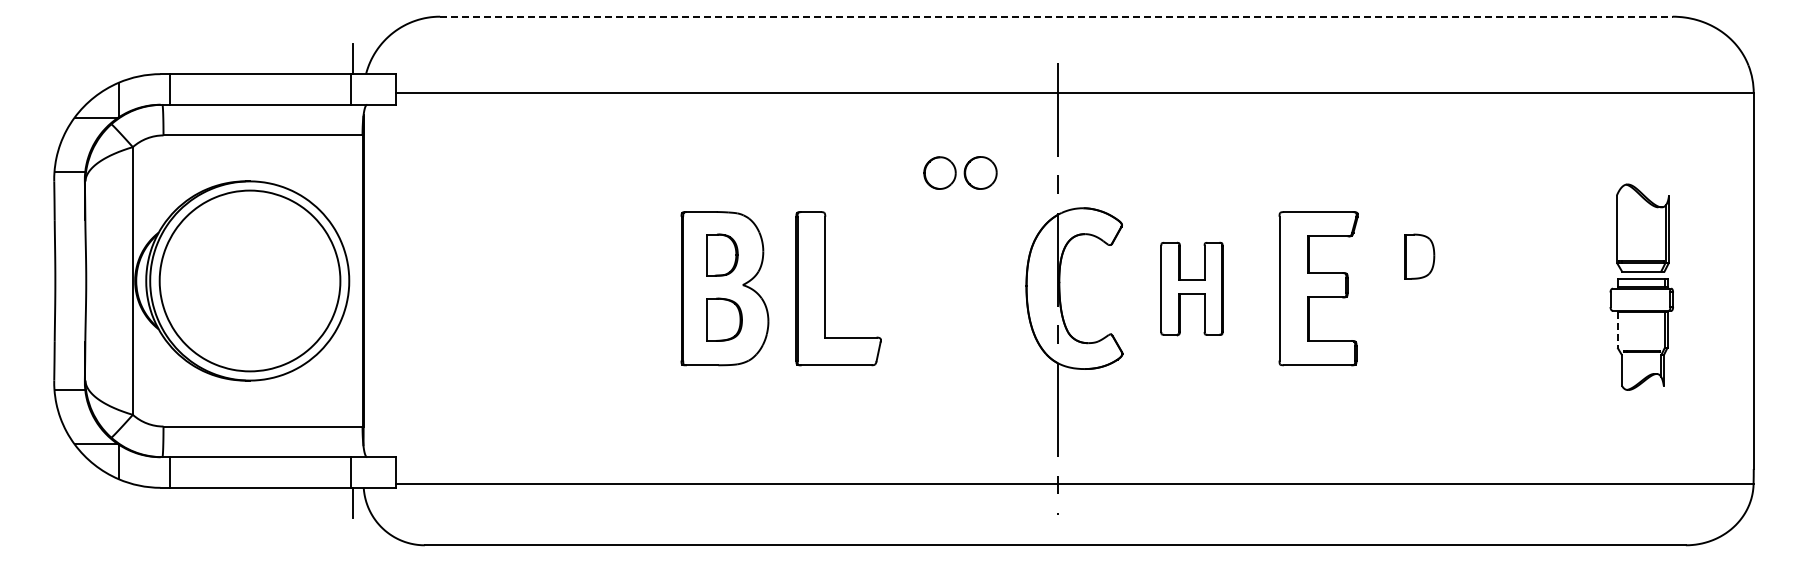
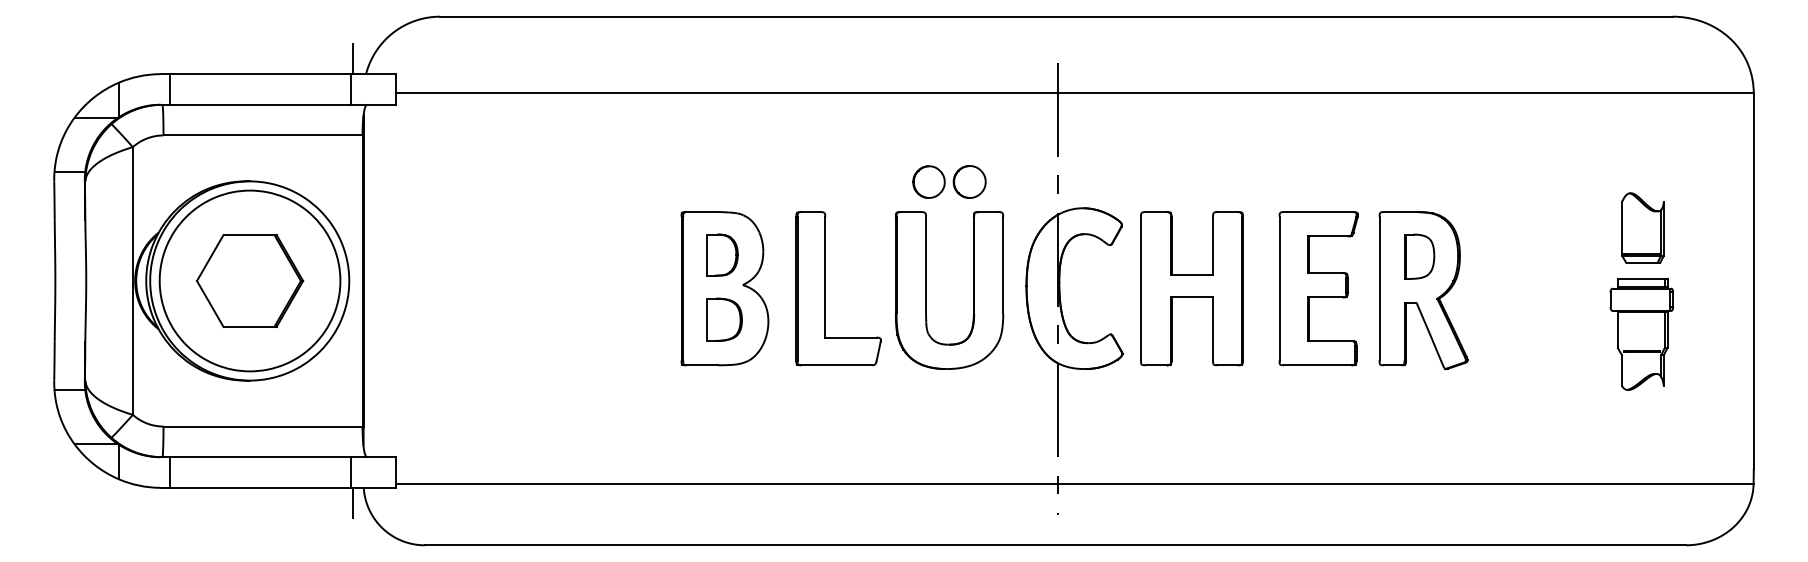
line at (1056, 16): dashed -> solid
part at (960, 172) position: (960, 172) -> (949, 181)
part at (1642, 227) size: 54x90 px -> 44x72 px
part at (250, 280): none -> present
part at (1191, 288) size: 64x96 px -> 104x156 px
part at (926, 290): none -> present
part at (1423, 290): none -> present
line at (1617, 330): dashed -> solid
